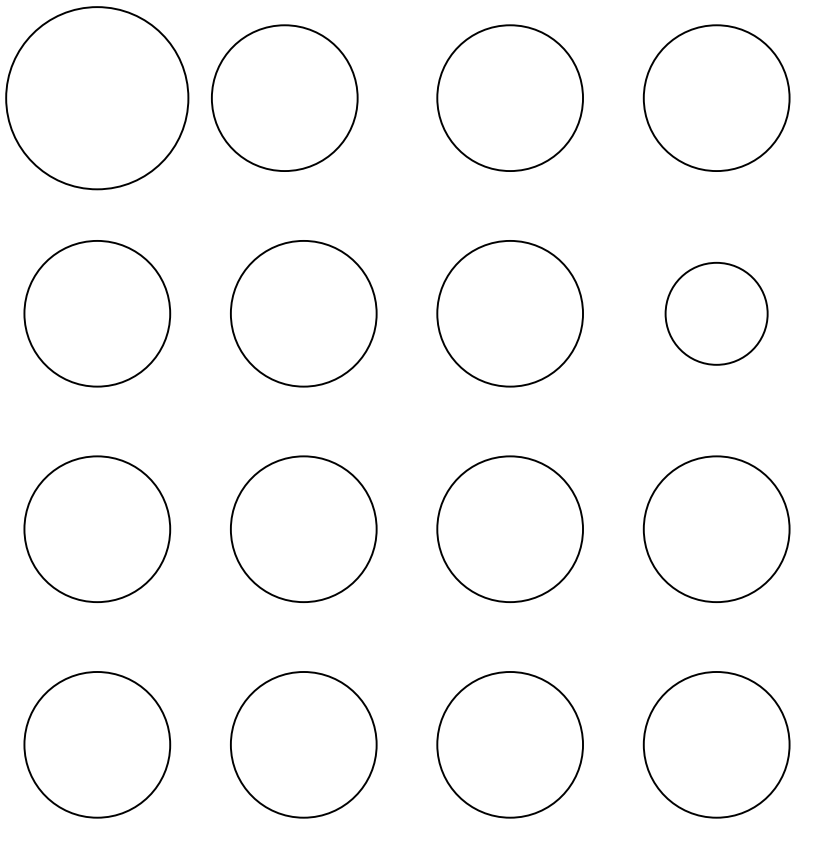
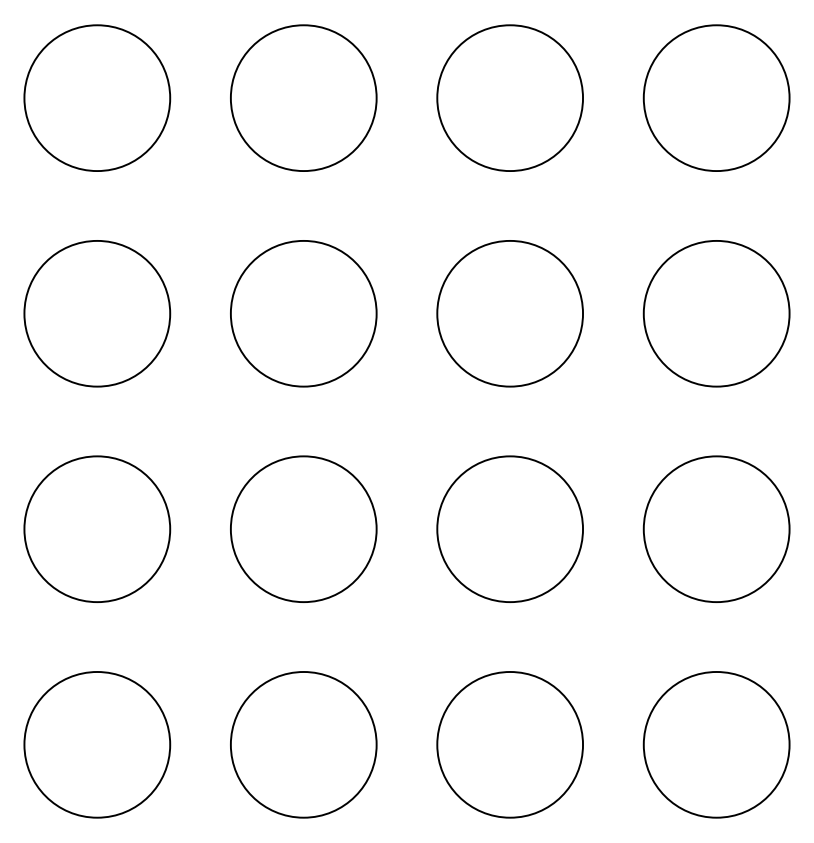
part at (284, 97) position: (284, 97) -> (303, 97)
part at (97, 98) size: 185x185 px -> 149x148 px
part at (716, 313) size: 105x105 px -> 149x148 px
